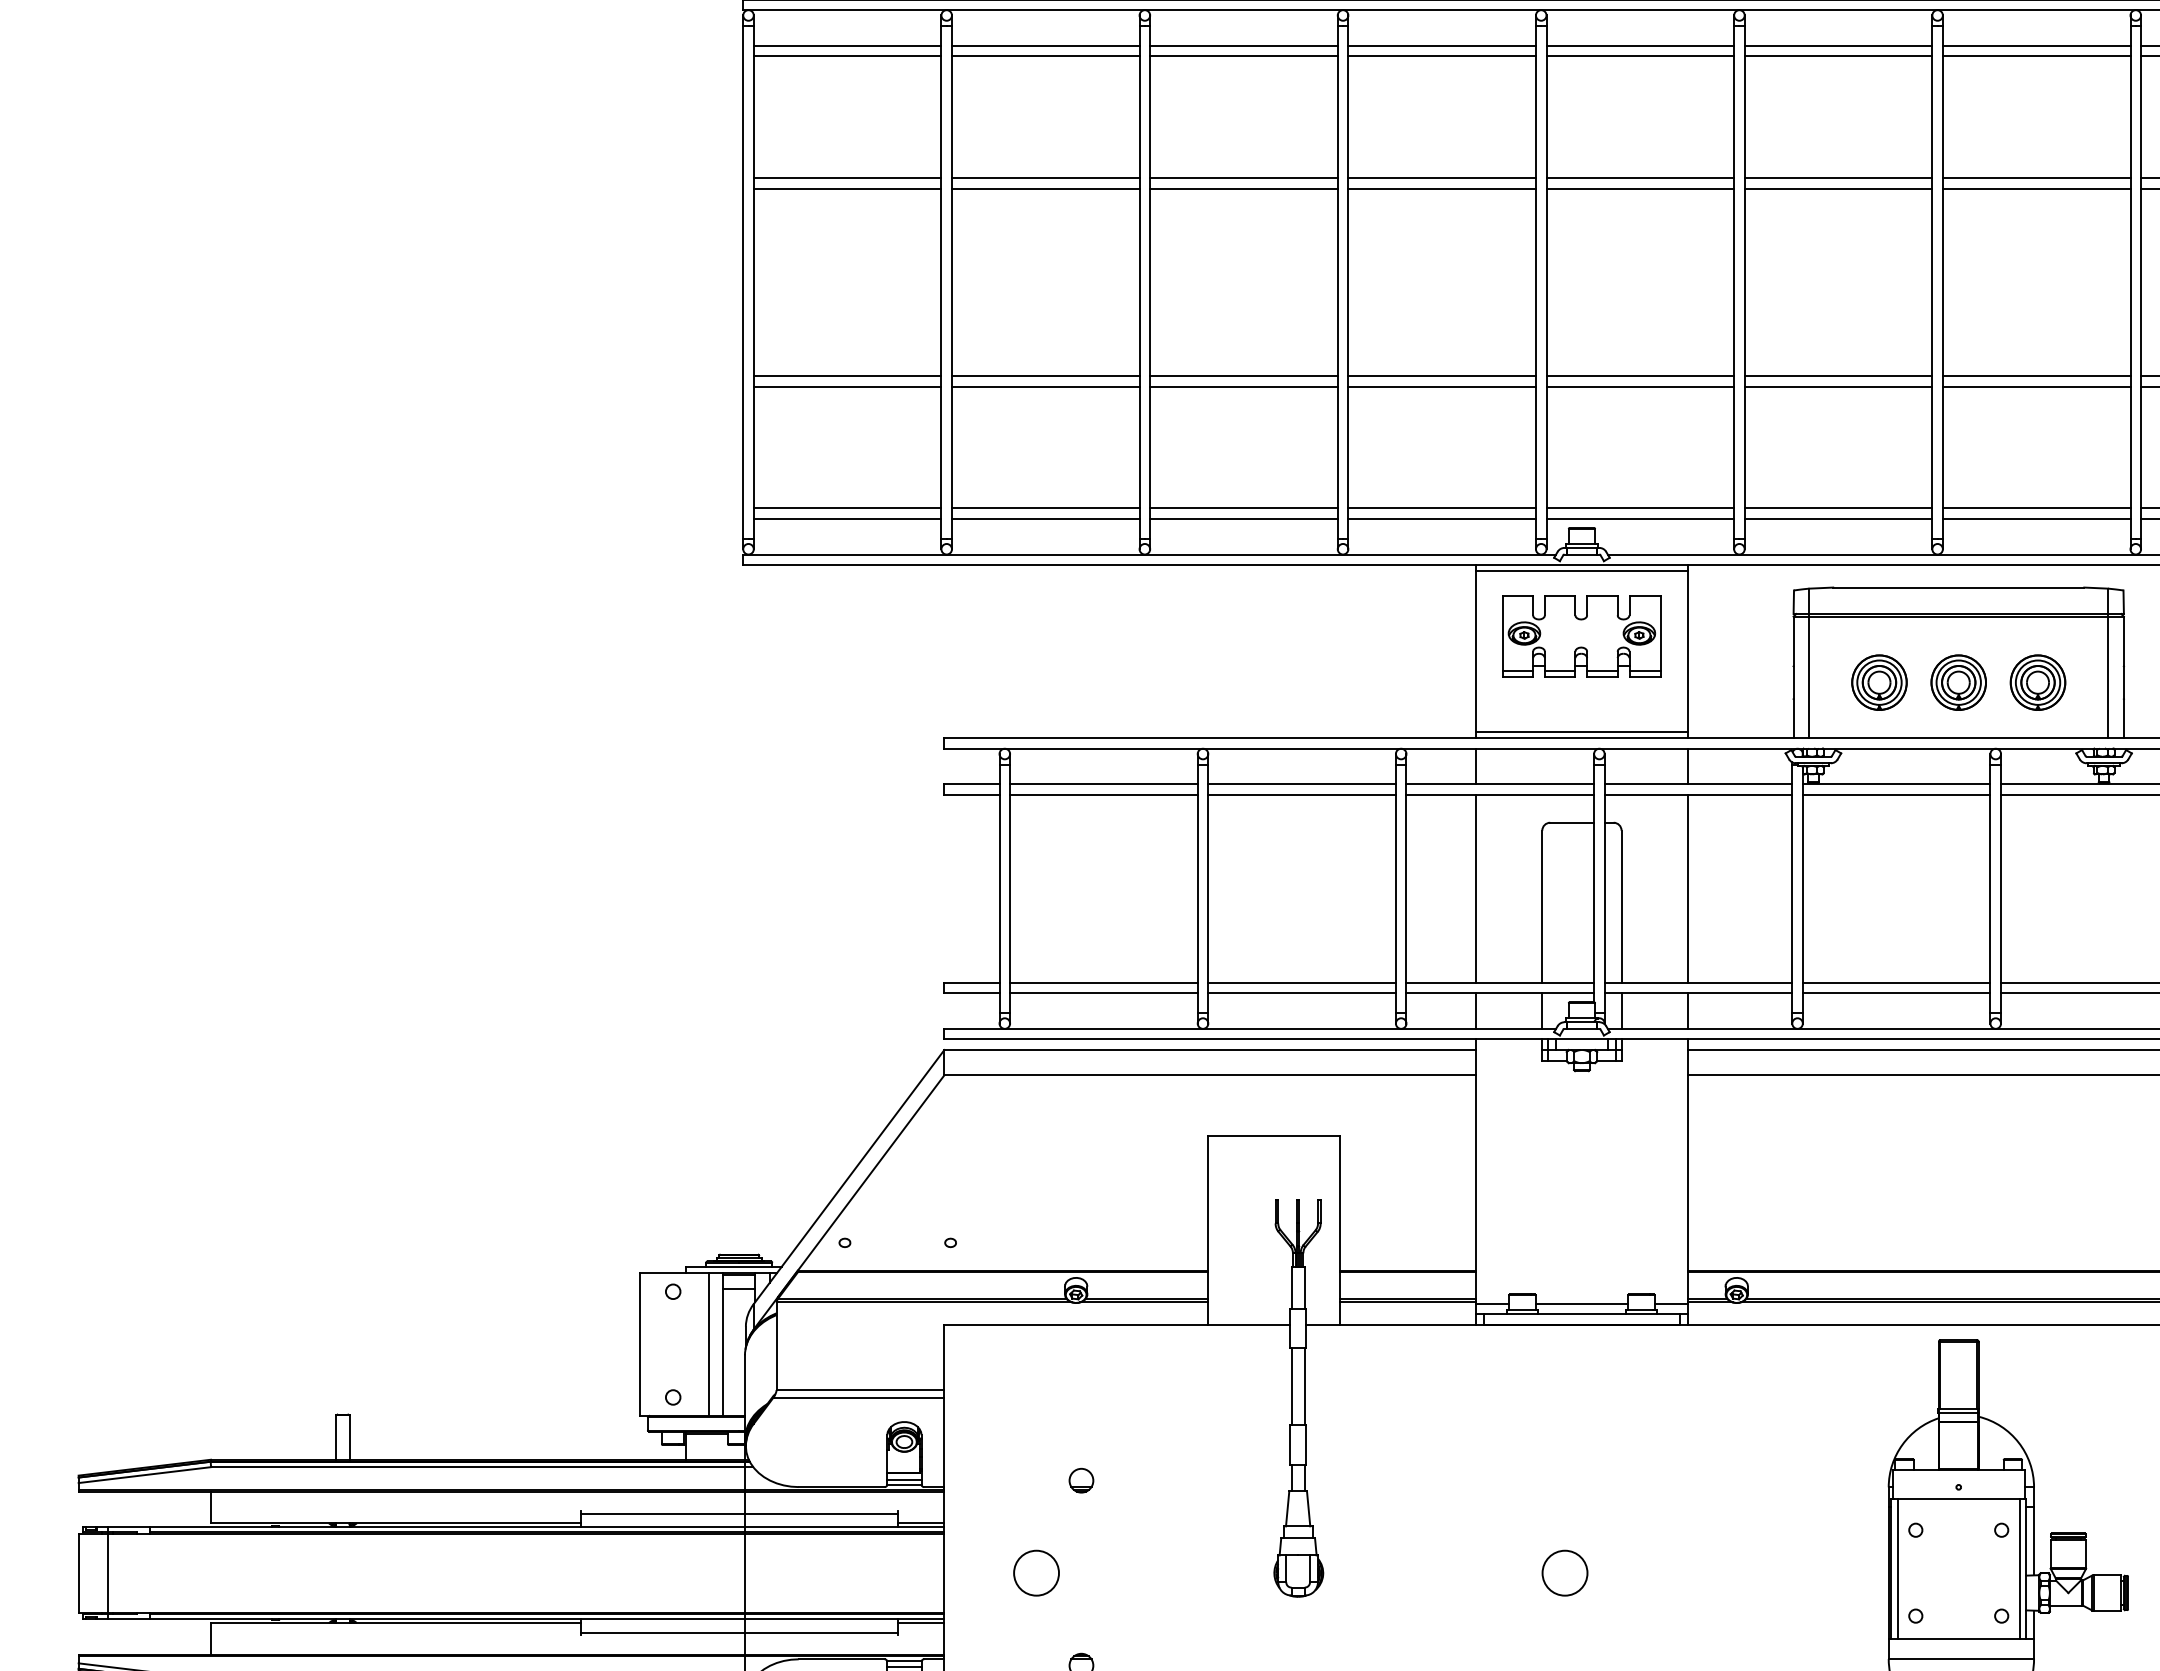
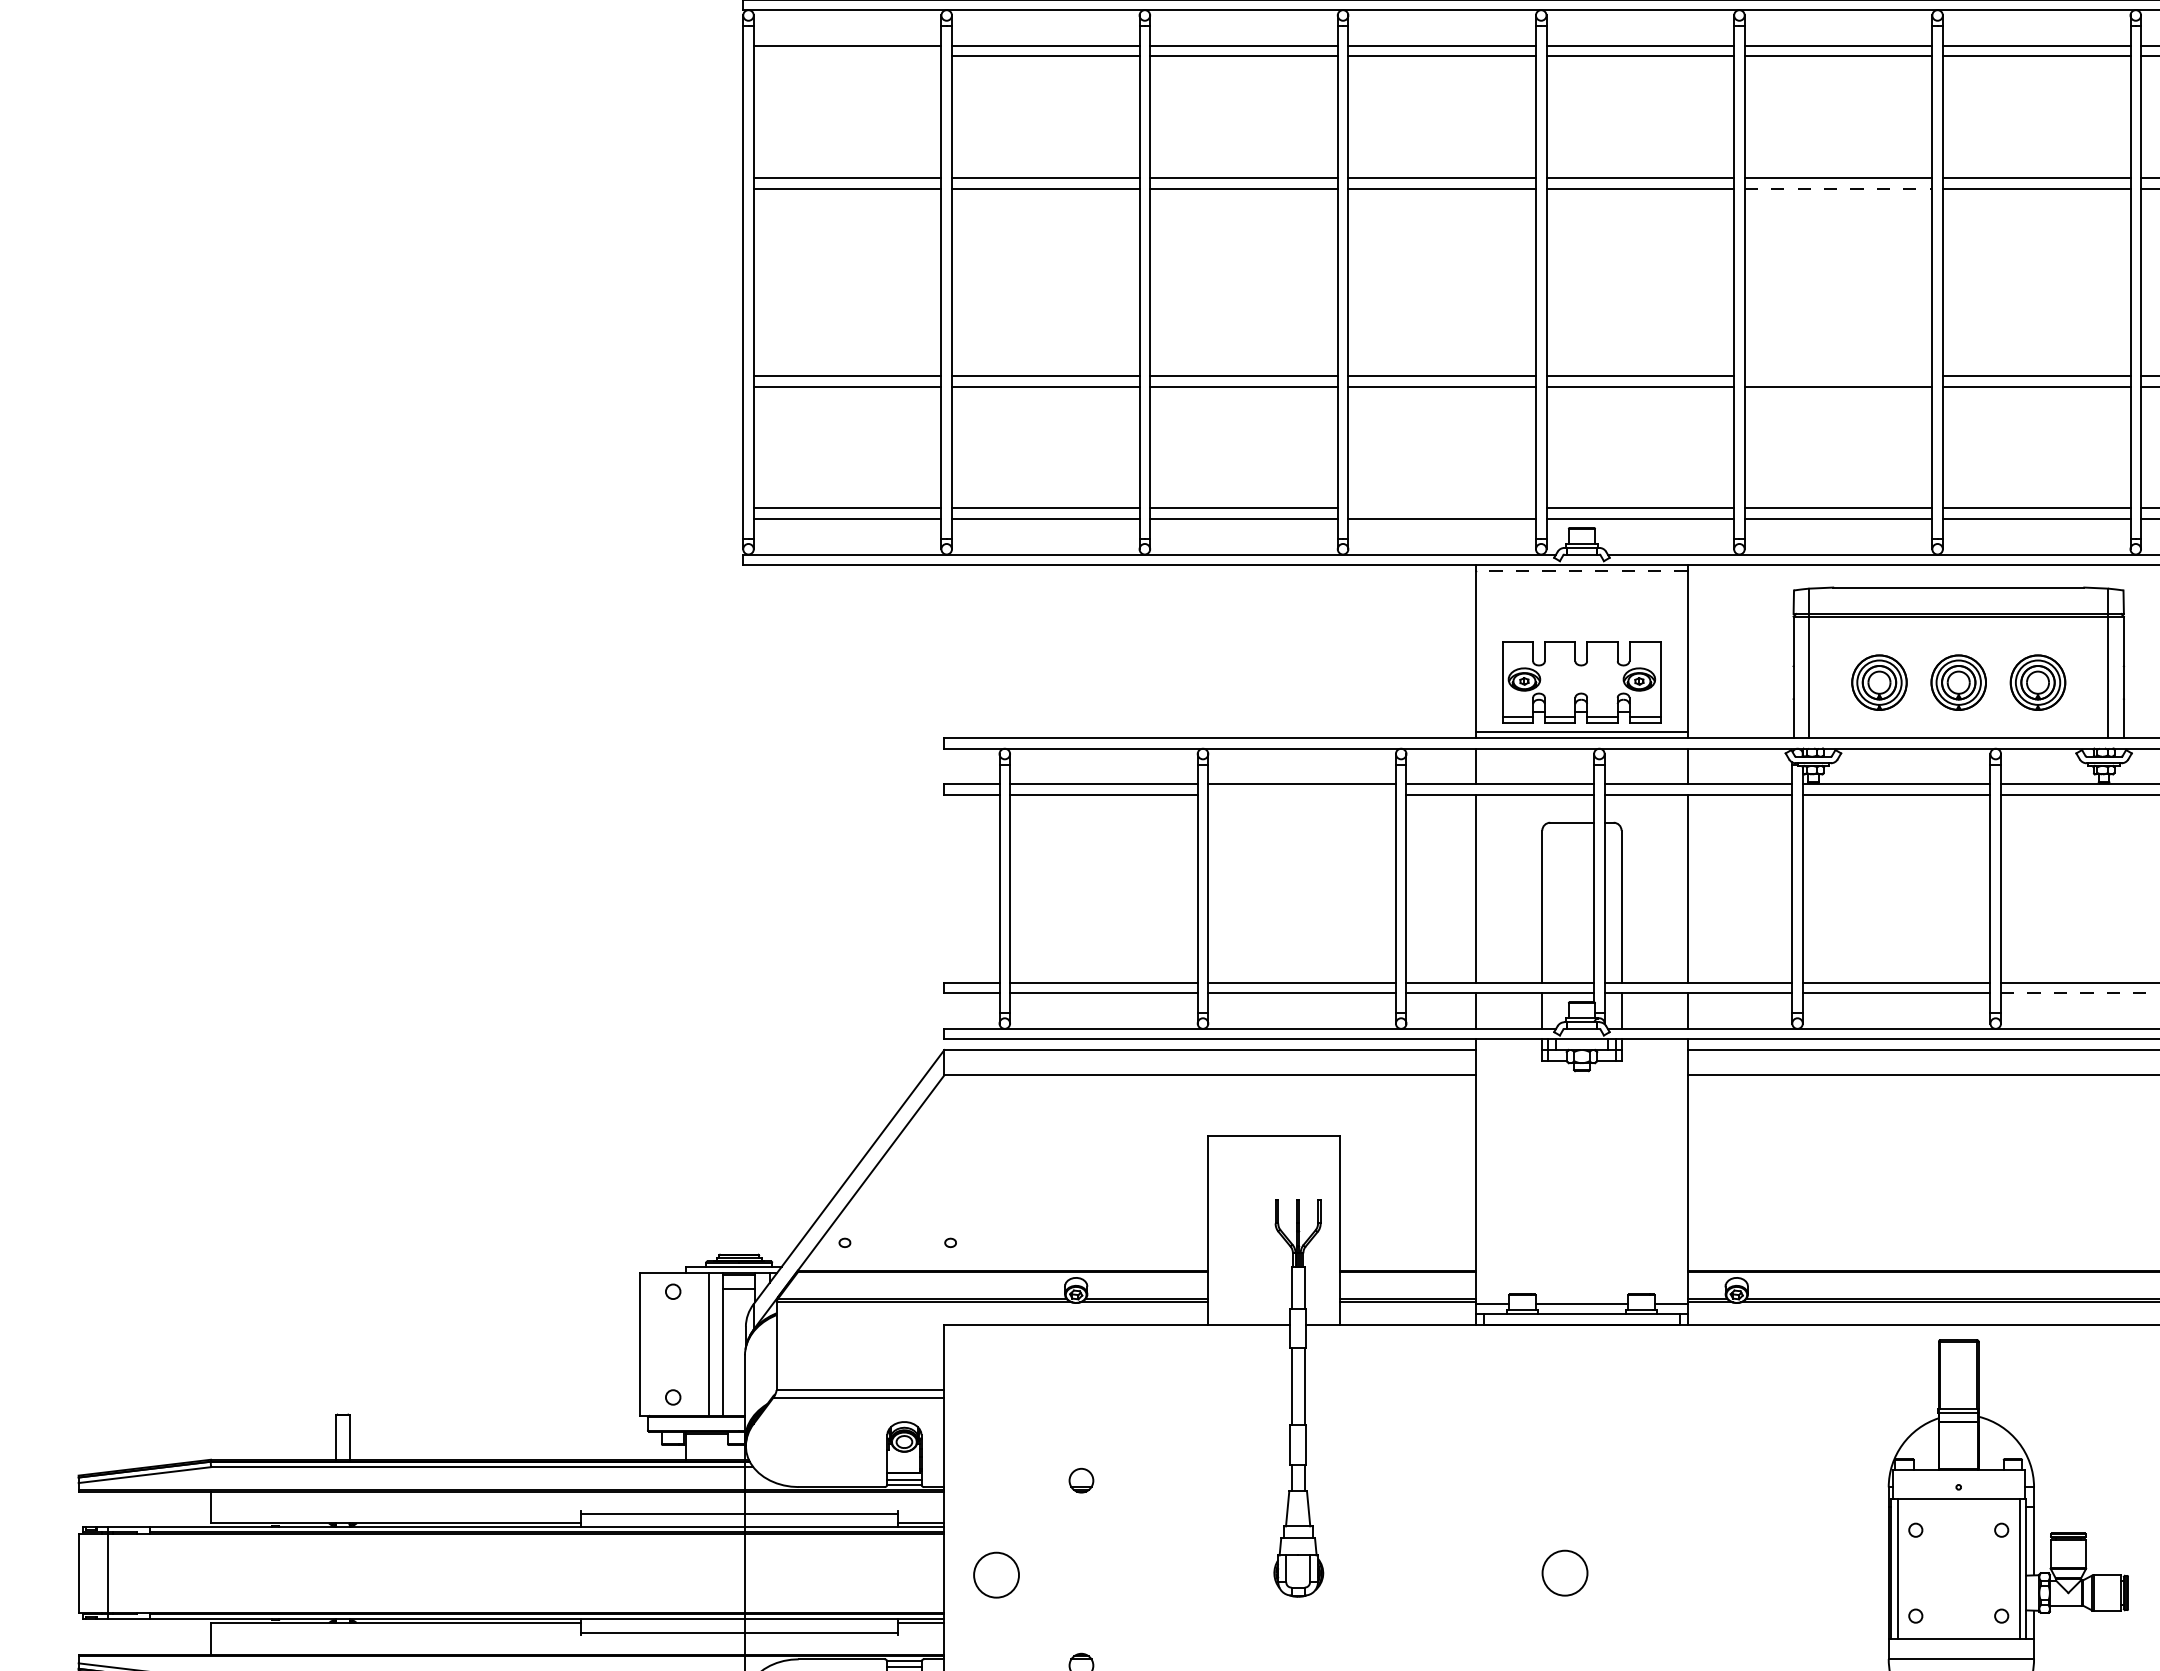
line at (847, 56): present -> none
line at (1838, 188): solid -> dashed
line at (1838, 376): present -> none
line at (1441, 508): present -> none
line at (1581, 571): solid -> dashed
part at (1581, 636) position: (1581, 636) -> (1581, 682)
line at (1301, 795): present -> none
line at (2080, 993): solid -> dashed
circle at (1036, 1572) position: (1036, 1572) -> (996, 1574)
